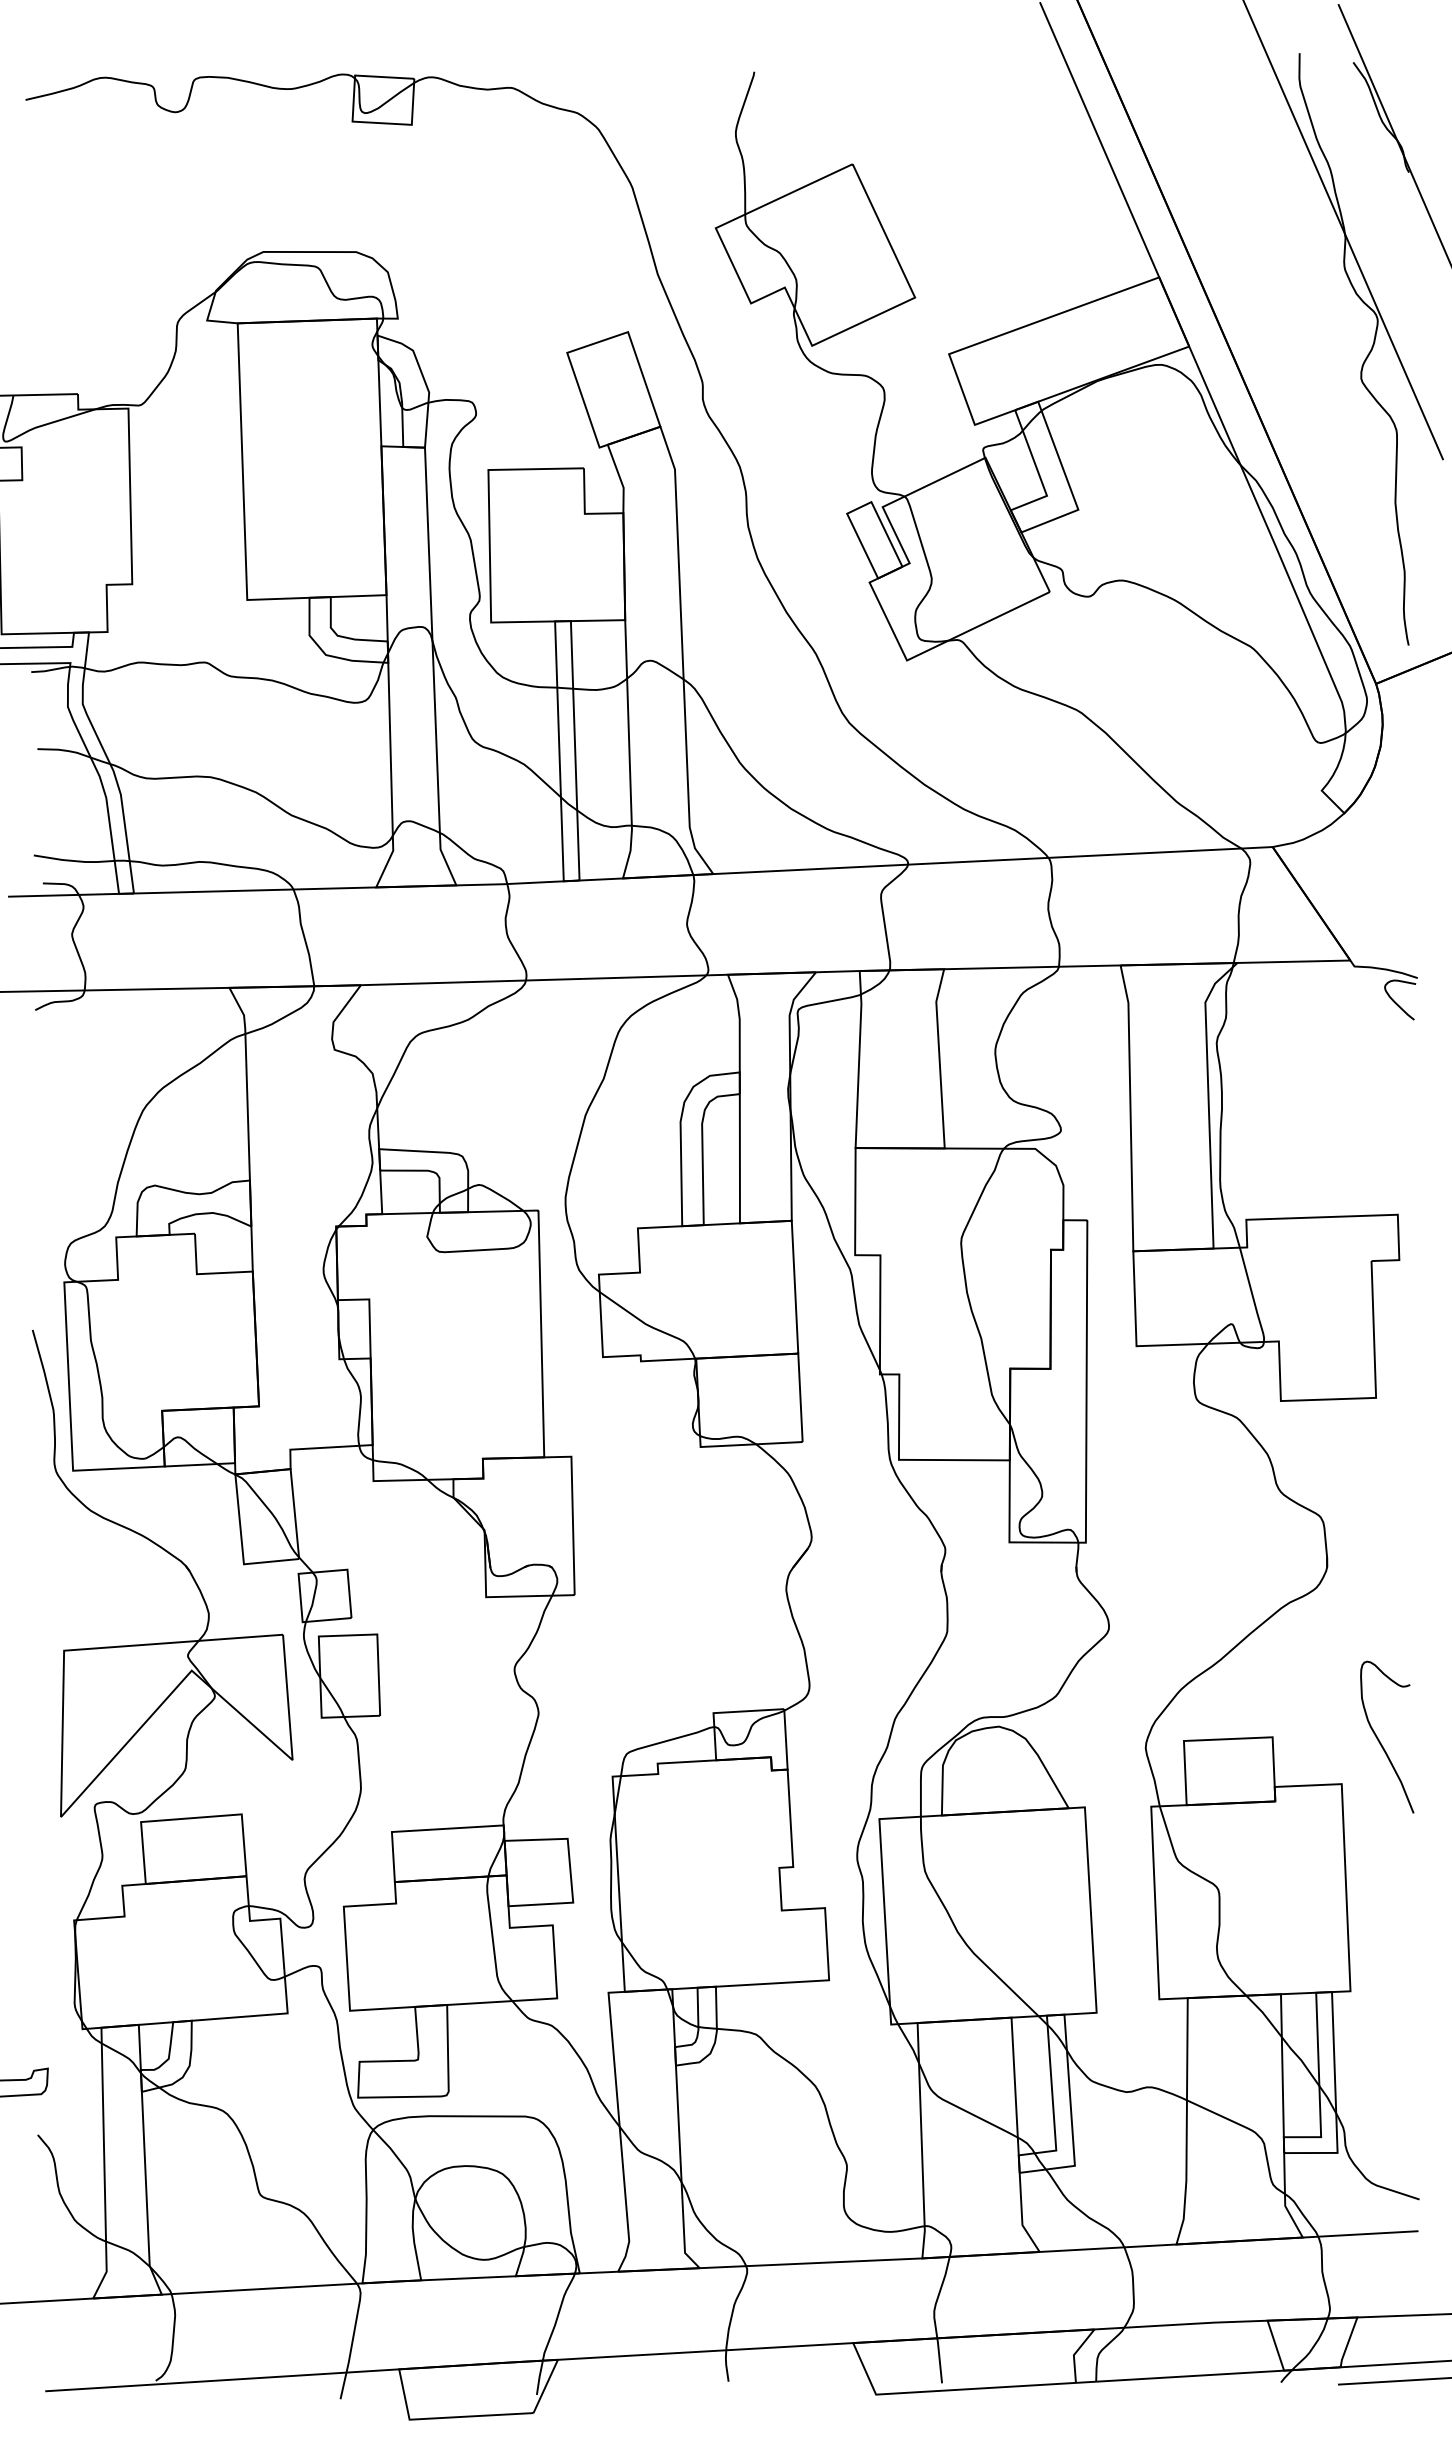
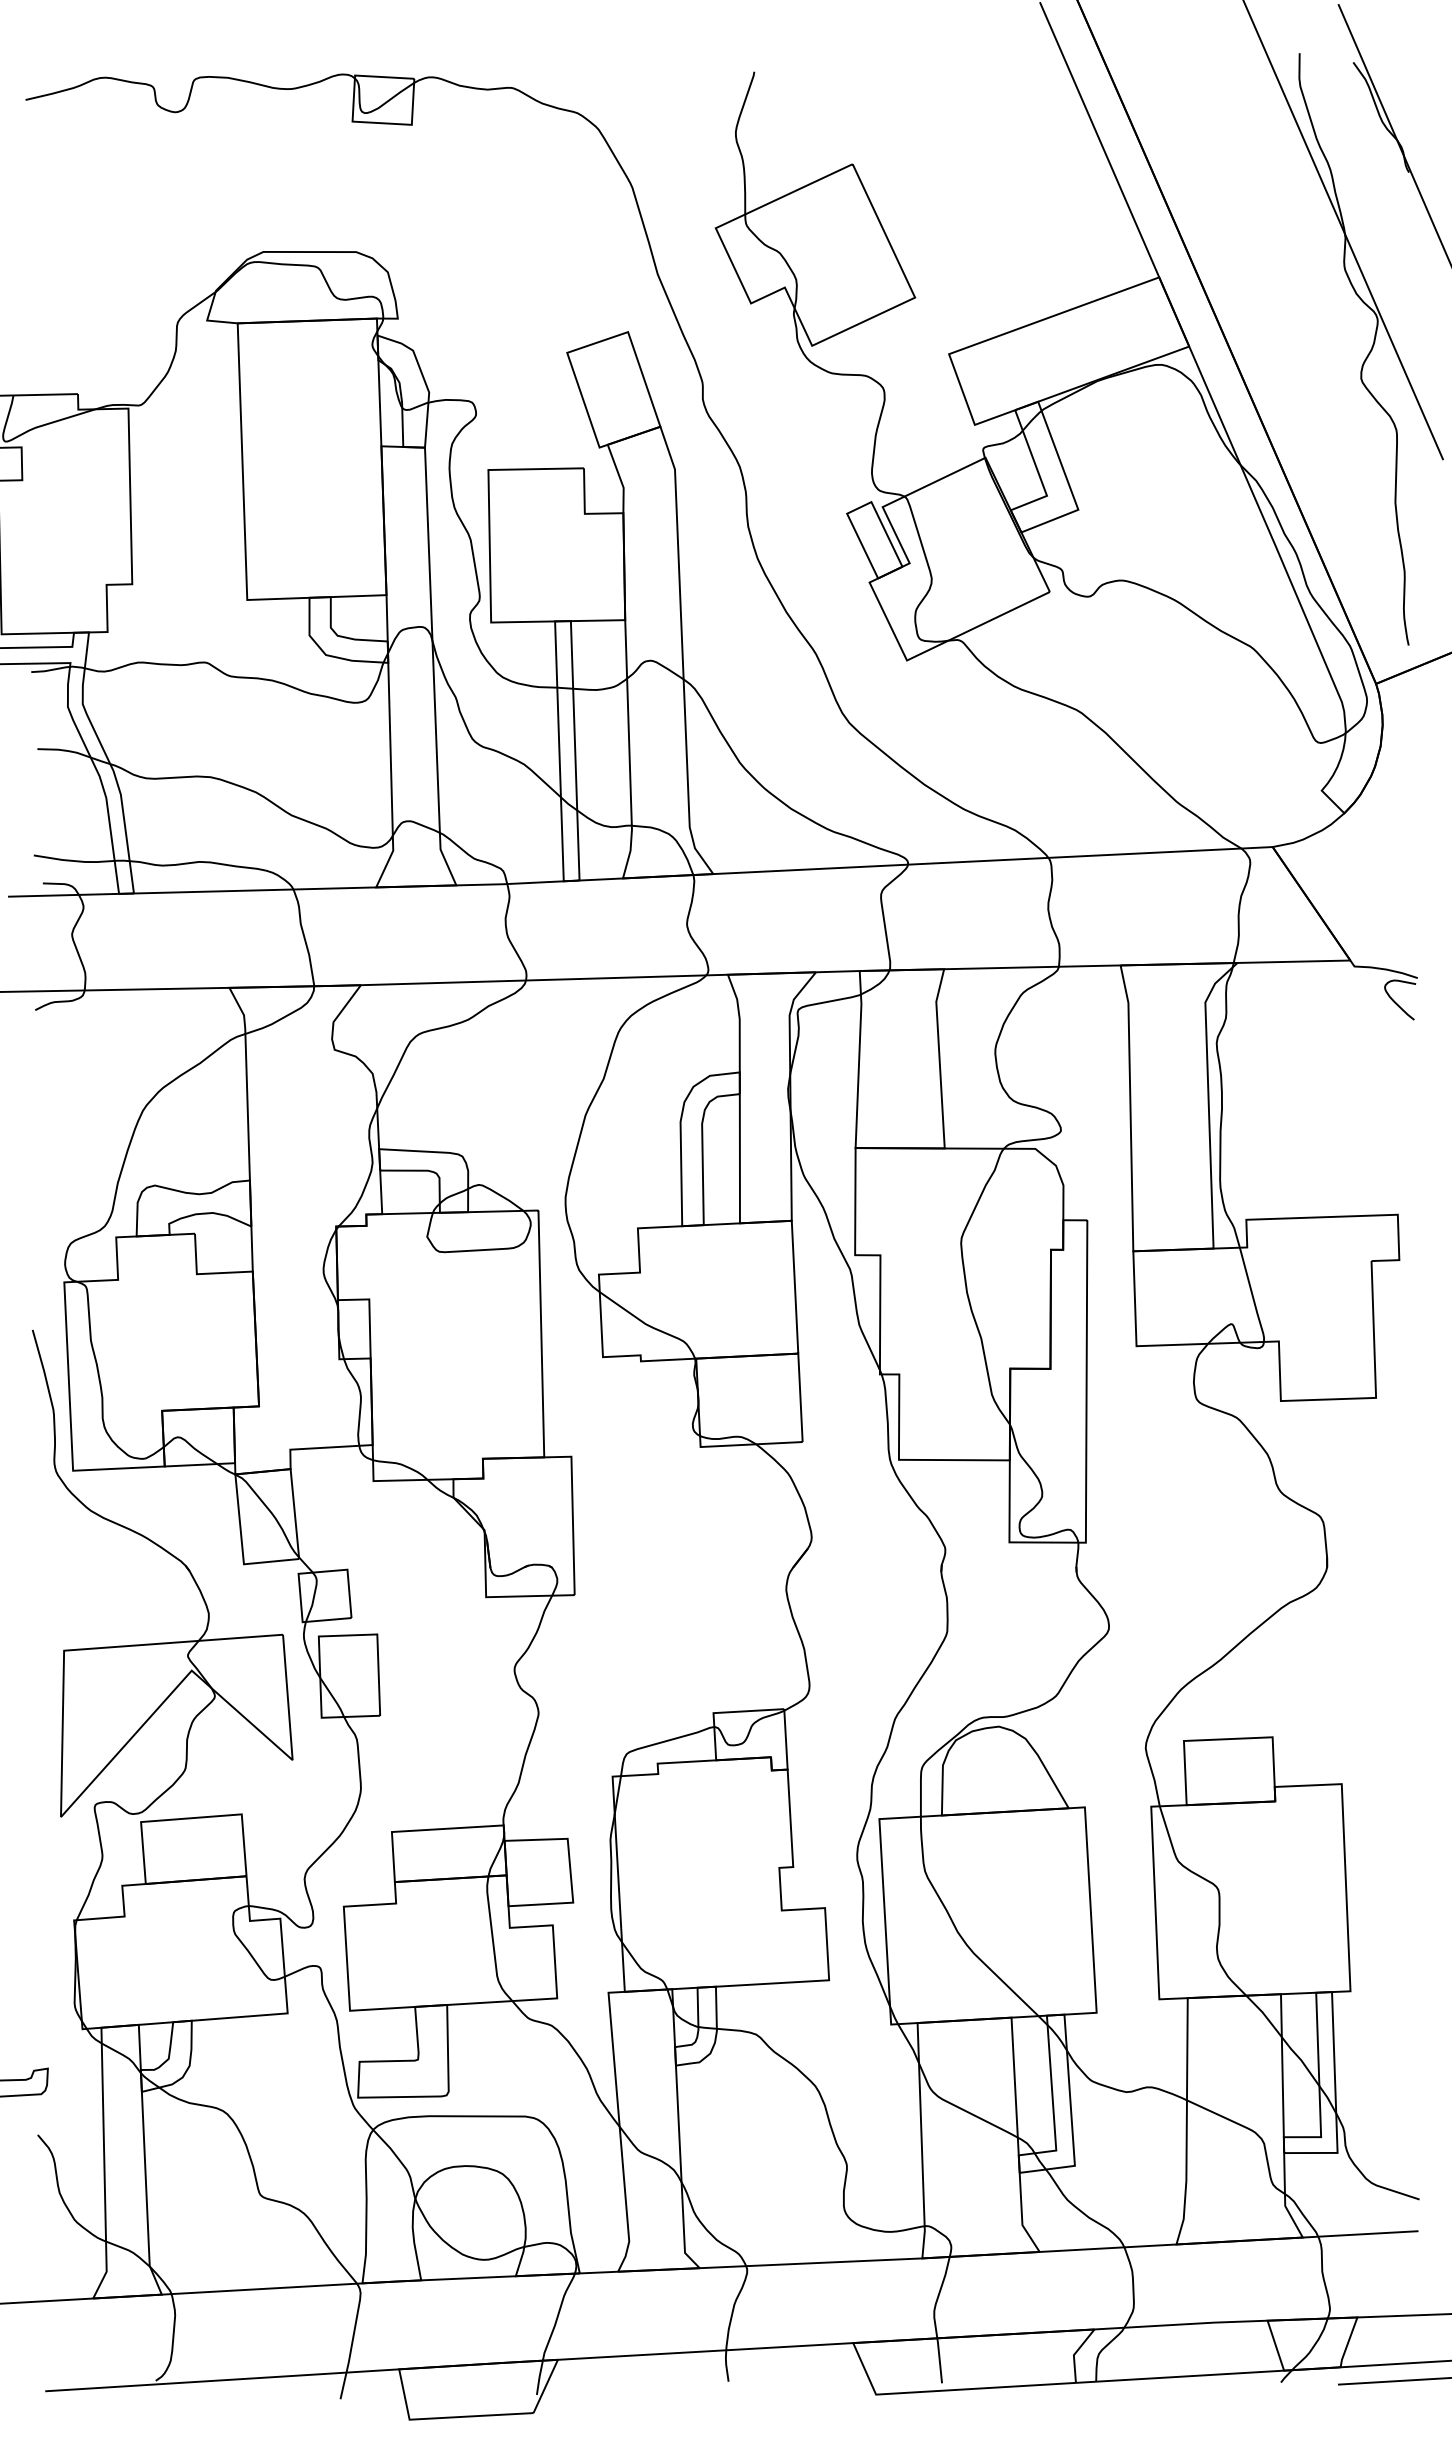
curve at (1379, 1739): present -> none
